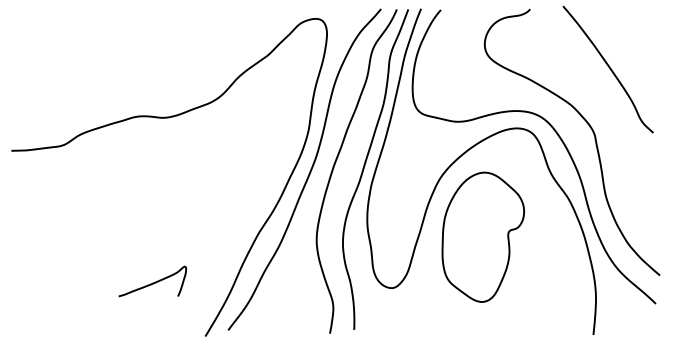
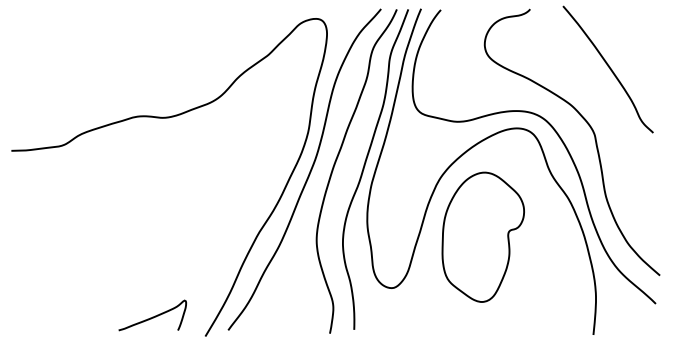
curve at (152, 282) position: (152, 282) -> (152, 316)
